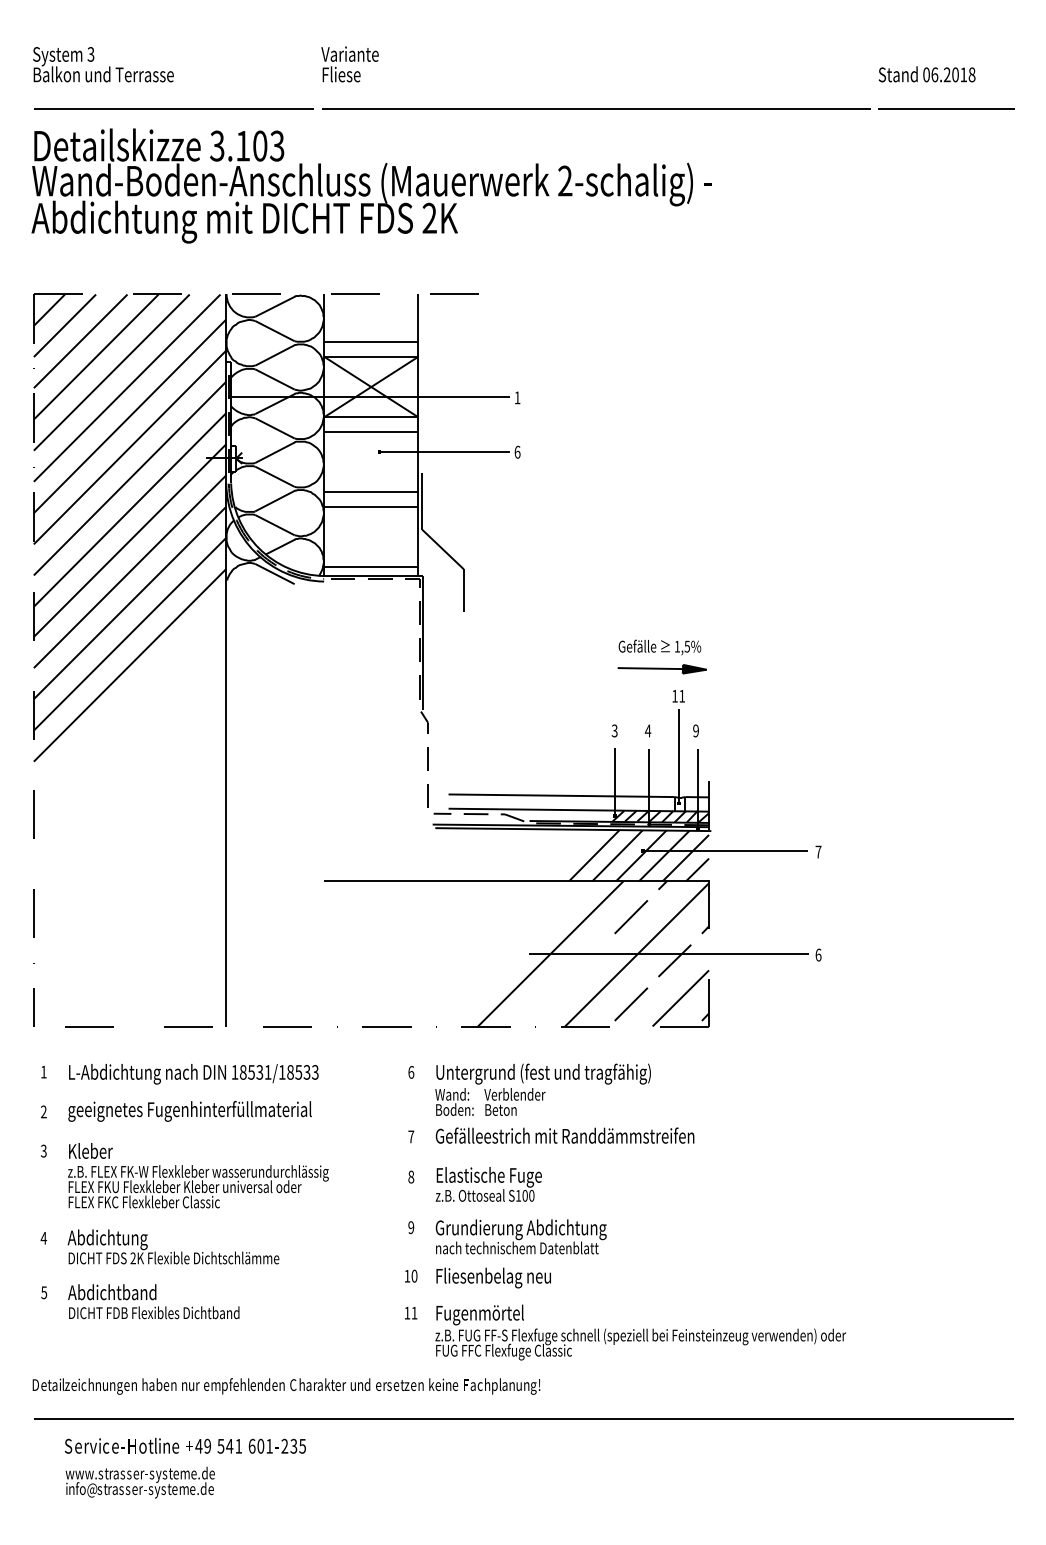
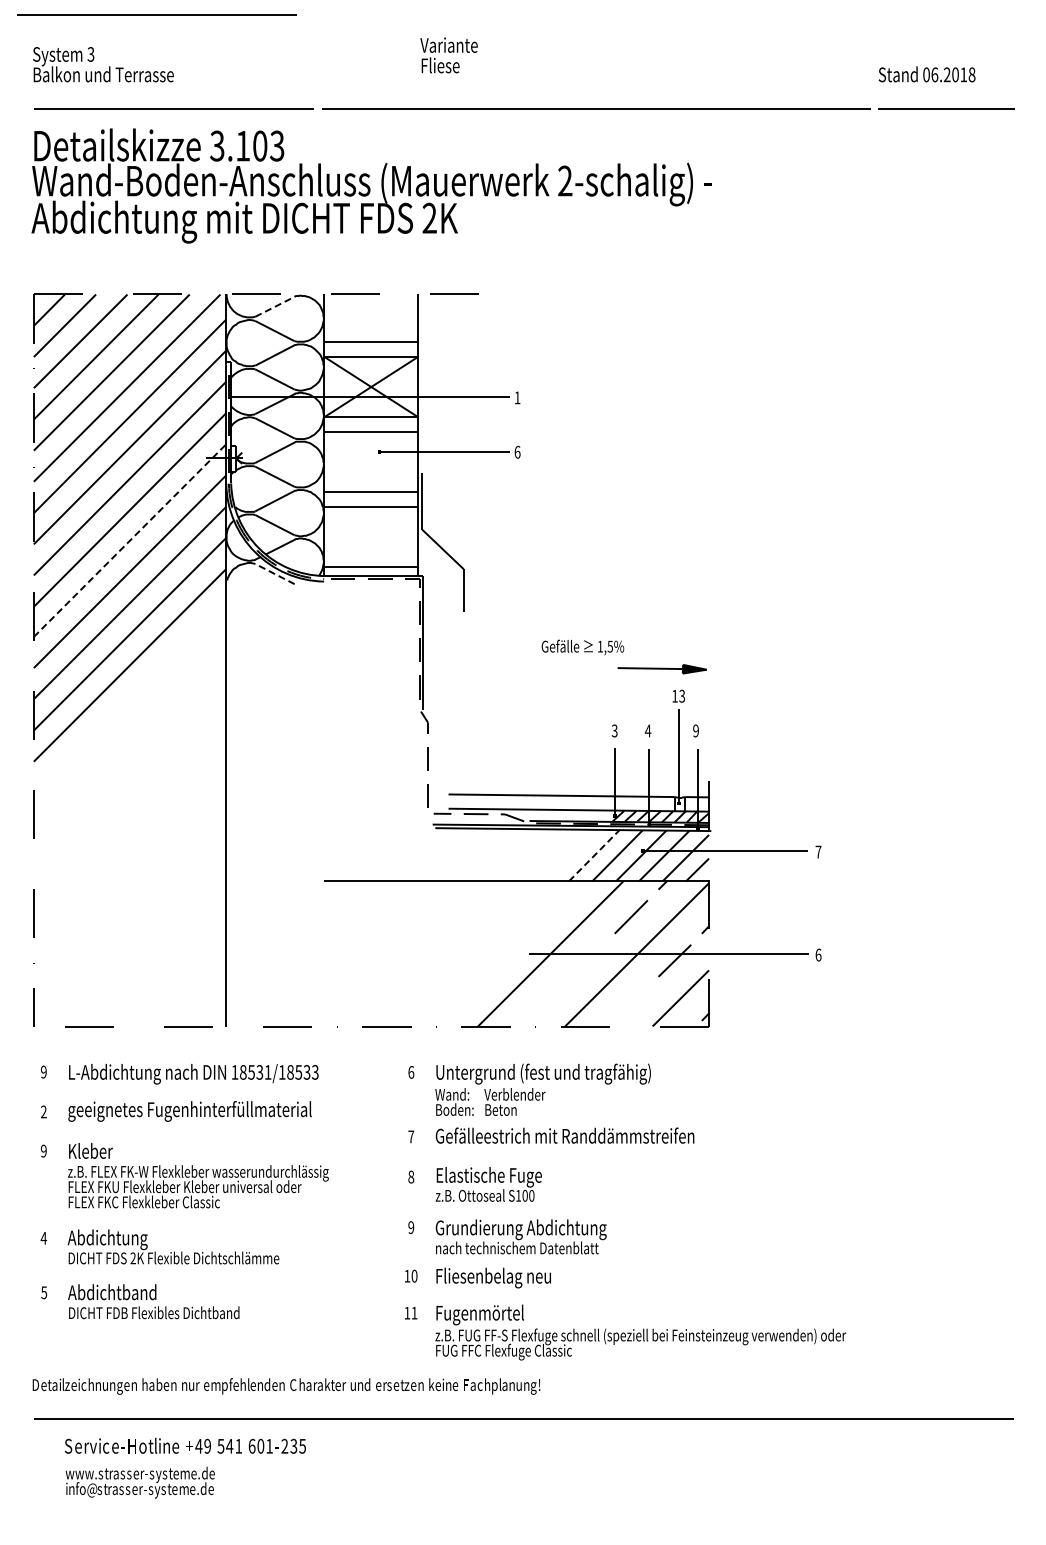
line at (156, 14): none -> present
text at (349, 64) position: (349, 64) -> (448, 55)
line at (275, 306): solid -> dashed
line at (130, 540): solid -> dashed
line at (274, 573): solid -> dashed
text at (659, 647) position: (659, 647) -> (582, 647)
text at (682, 695): 11 -> 13
line at (594, 855): solid -> dashed
line at (631, 1004): present -> none
text at (43, 1071): 1 -> 9
text at (43, 1151): 3 -> 9
